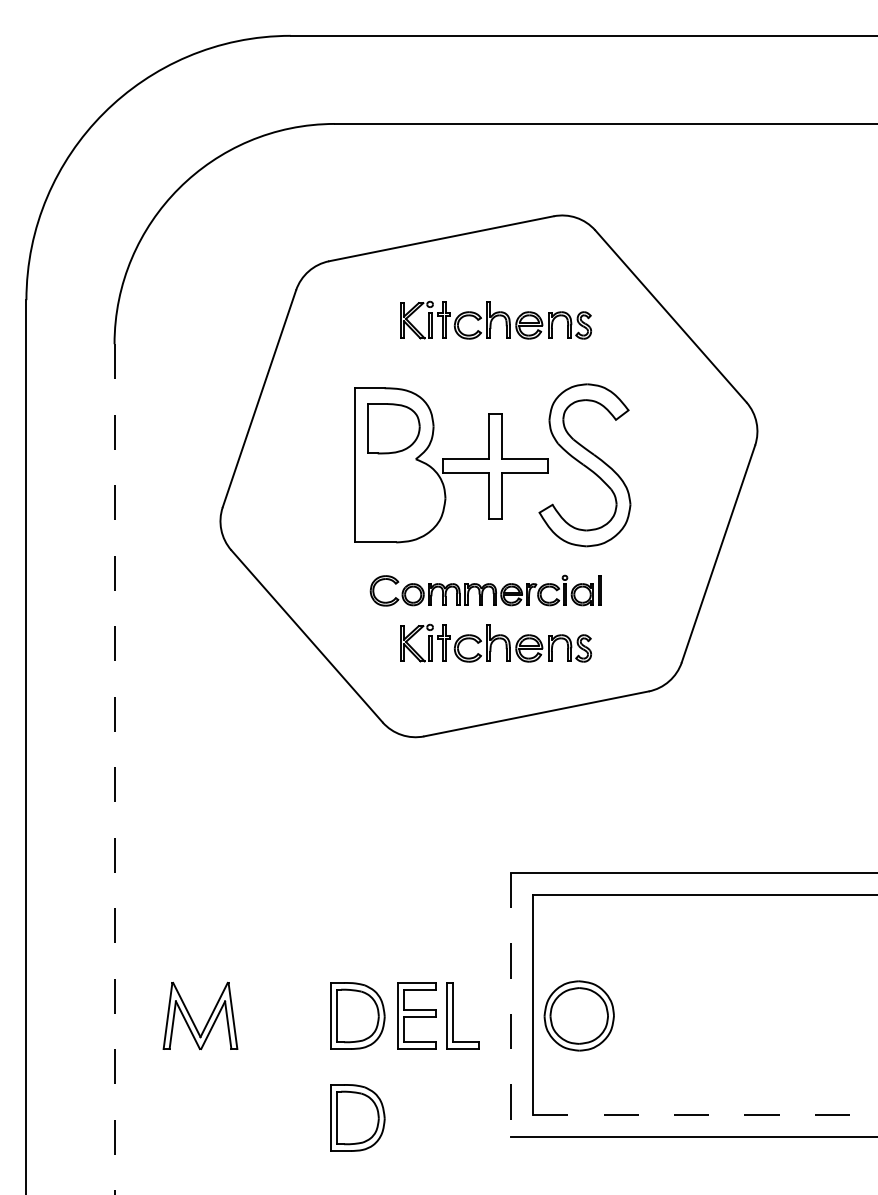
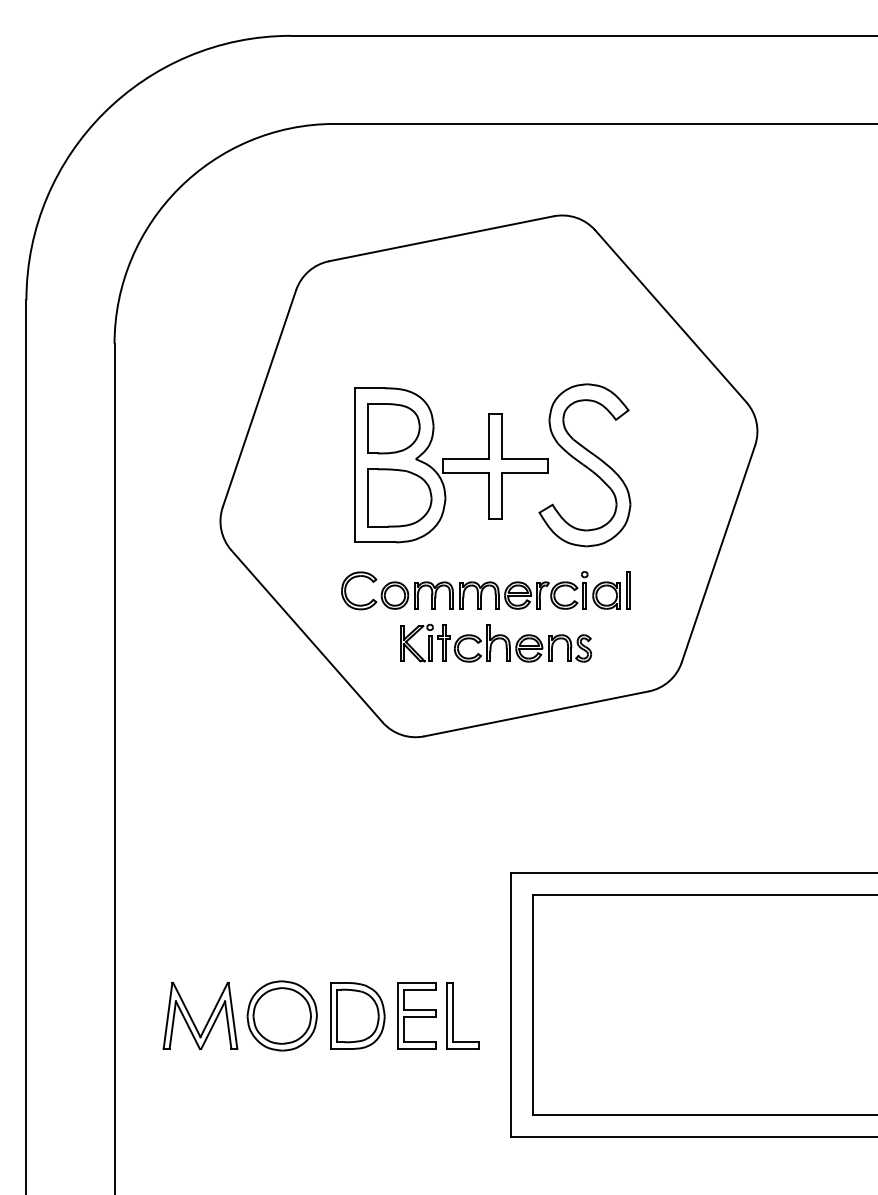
part at (495, 319): present -> none
part at (399, 497): none -> present
part at (485, 590) size: 233x33 px -> 290x40 px
line at (114, 770): dashed -> solid
line at (511, 1005): dashed -> solid
part at (578, 1015) position: (578, 1015) -> (281, 1015)
line at (705, 1115): dashed -> solid
part at (357, 1117): present -> none
